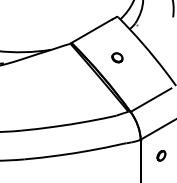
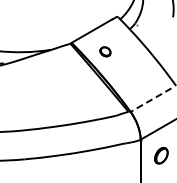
part at (117, 57) position: (117, 57) -> (105, 51)
line at (151, 100): solid -> dashed
part at (161, 155) size: 11x12 px -> 15x18 px
